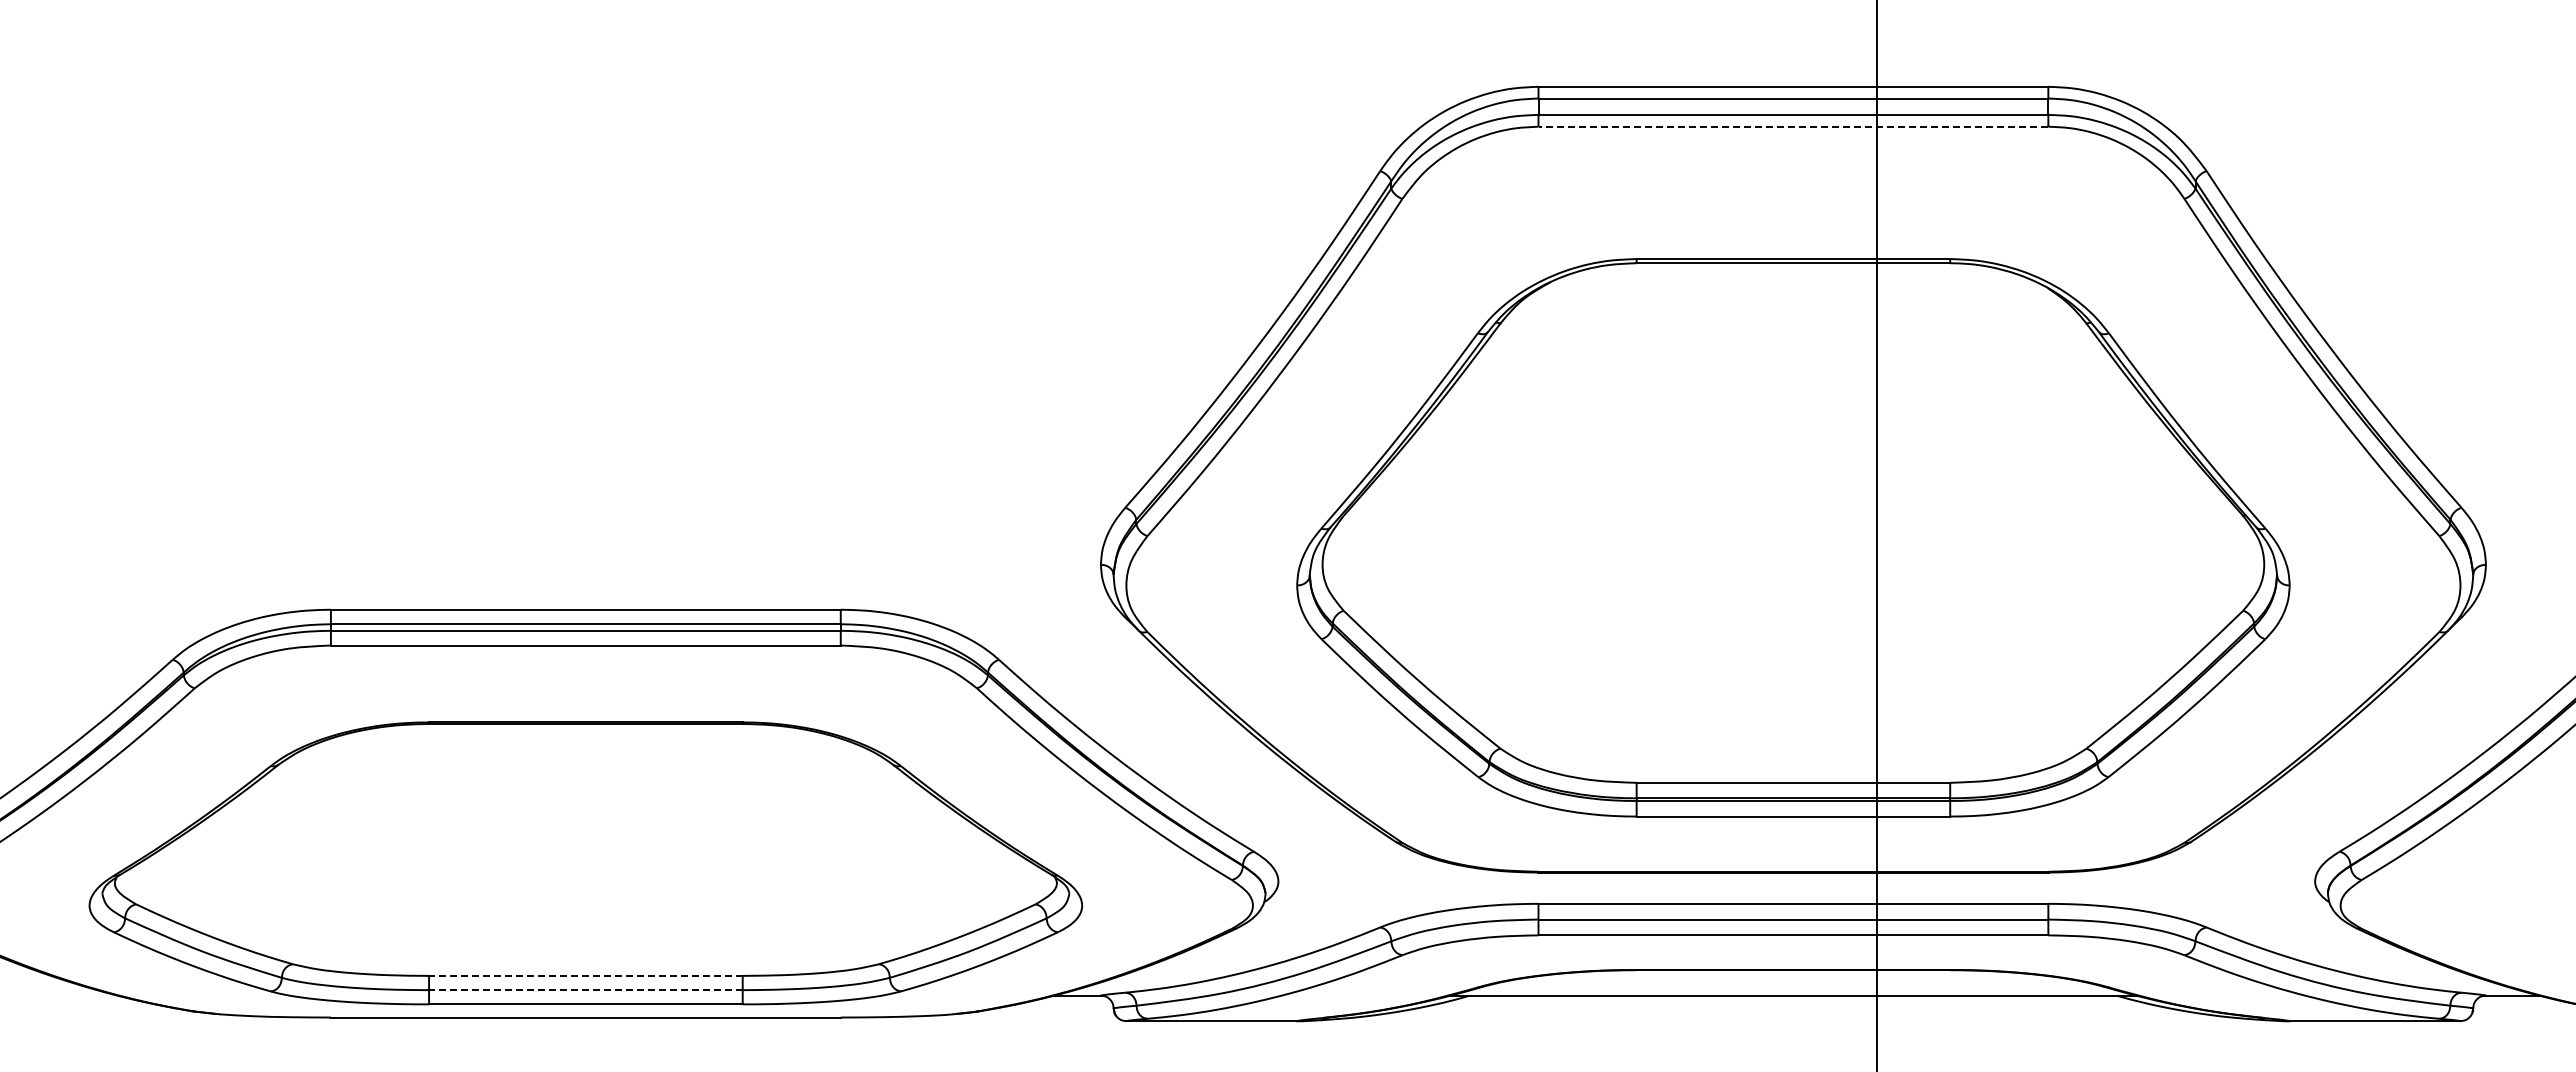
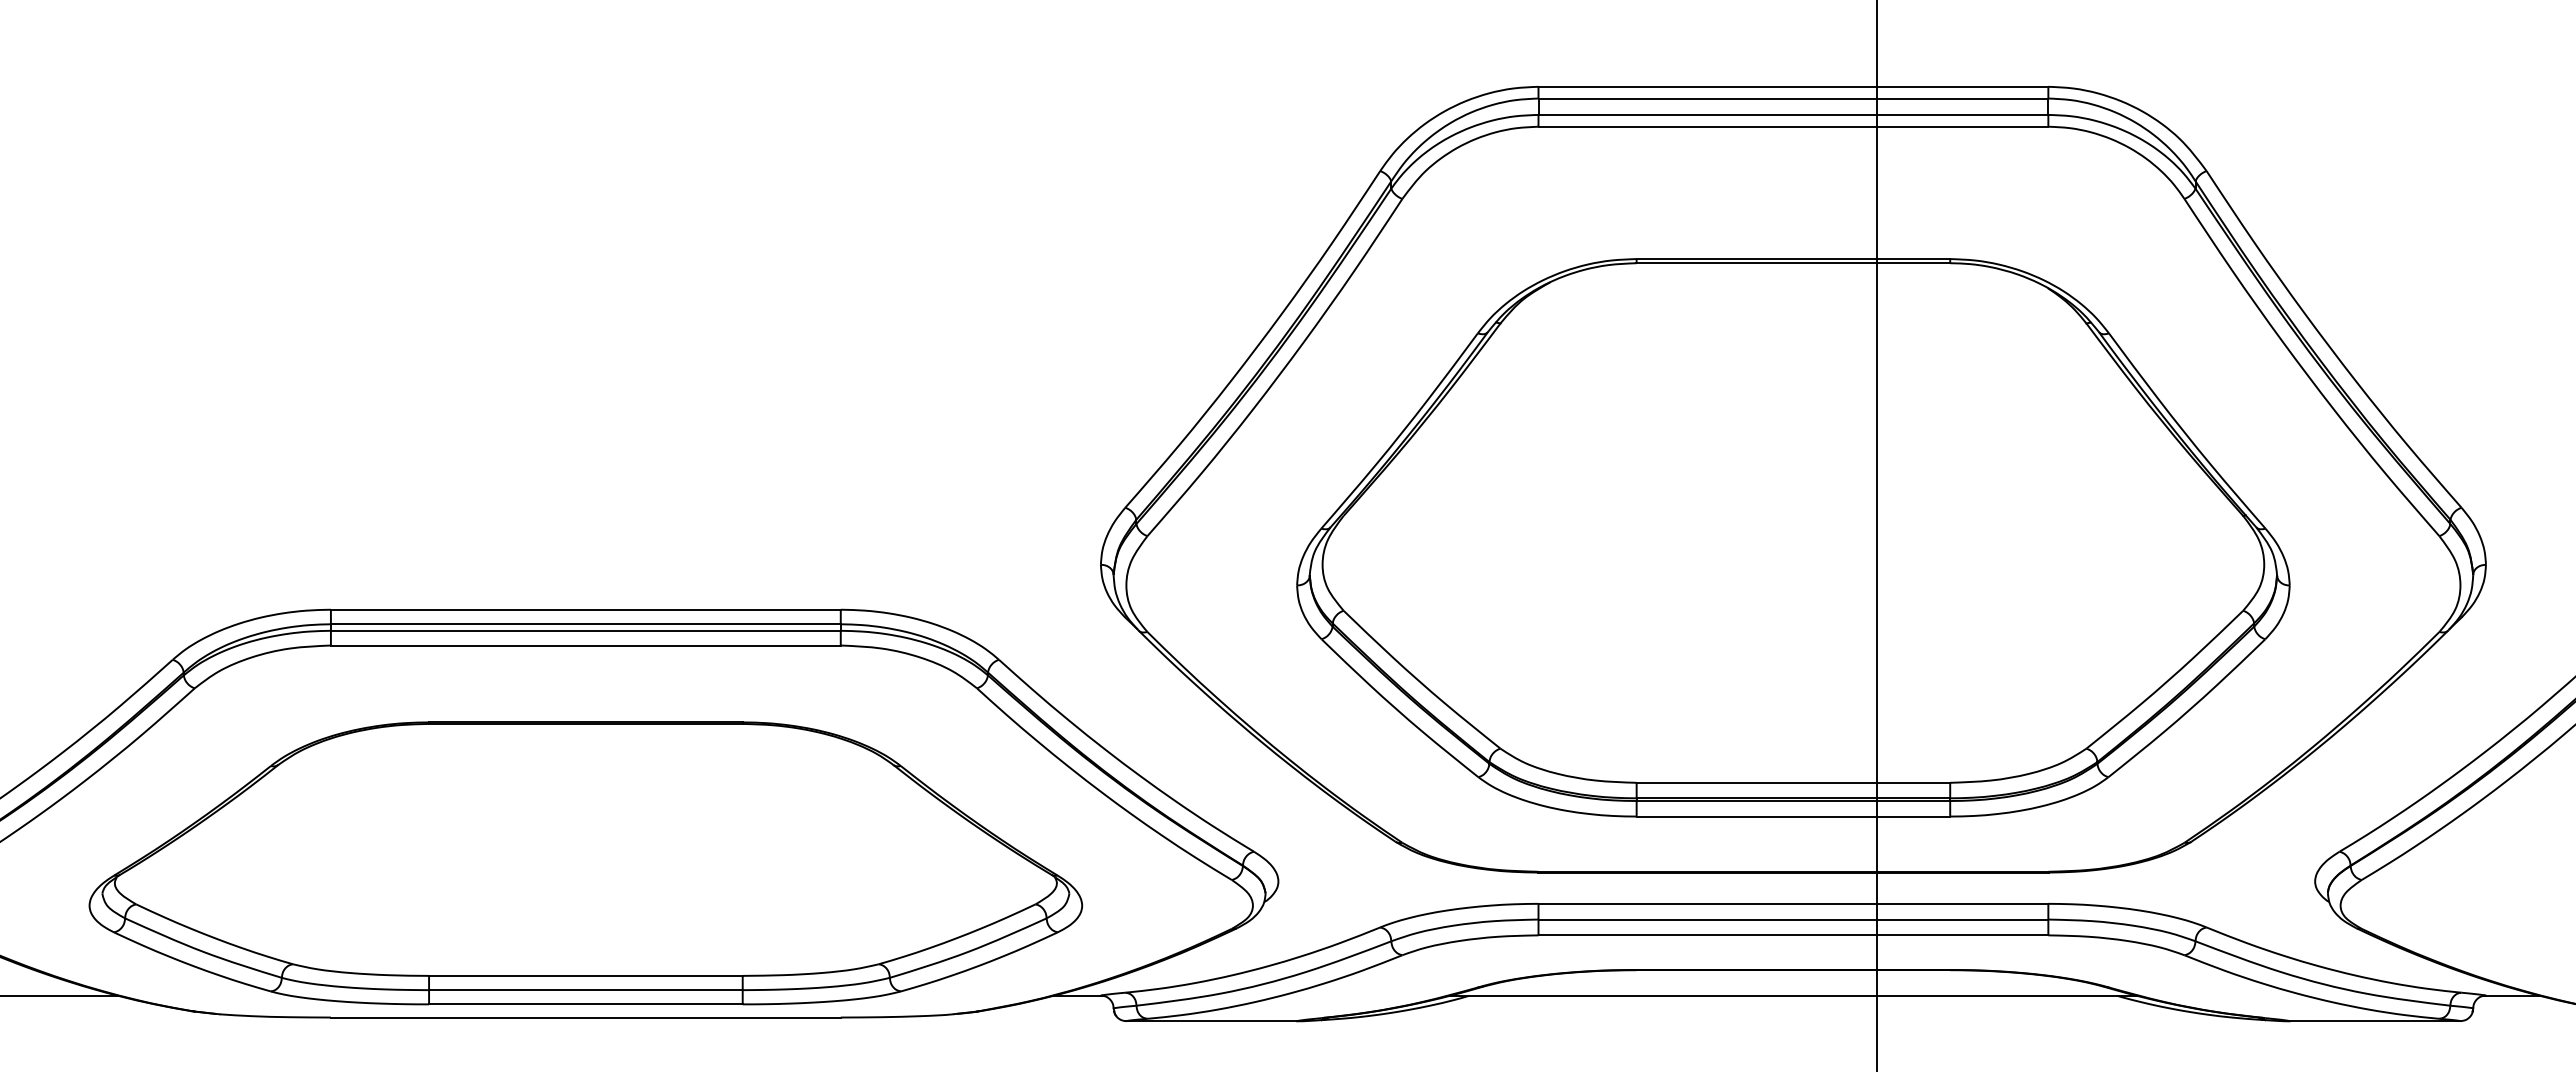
line at (1793, 126): dashed -> solid
line at (585, 975): dashed -> solid
line at (585, 990): dashed -> solid
line at (60, 995): none -> present
